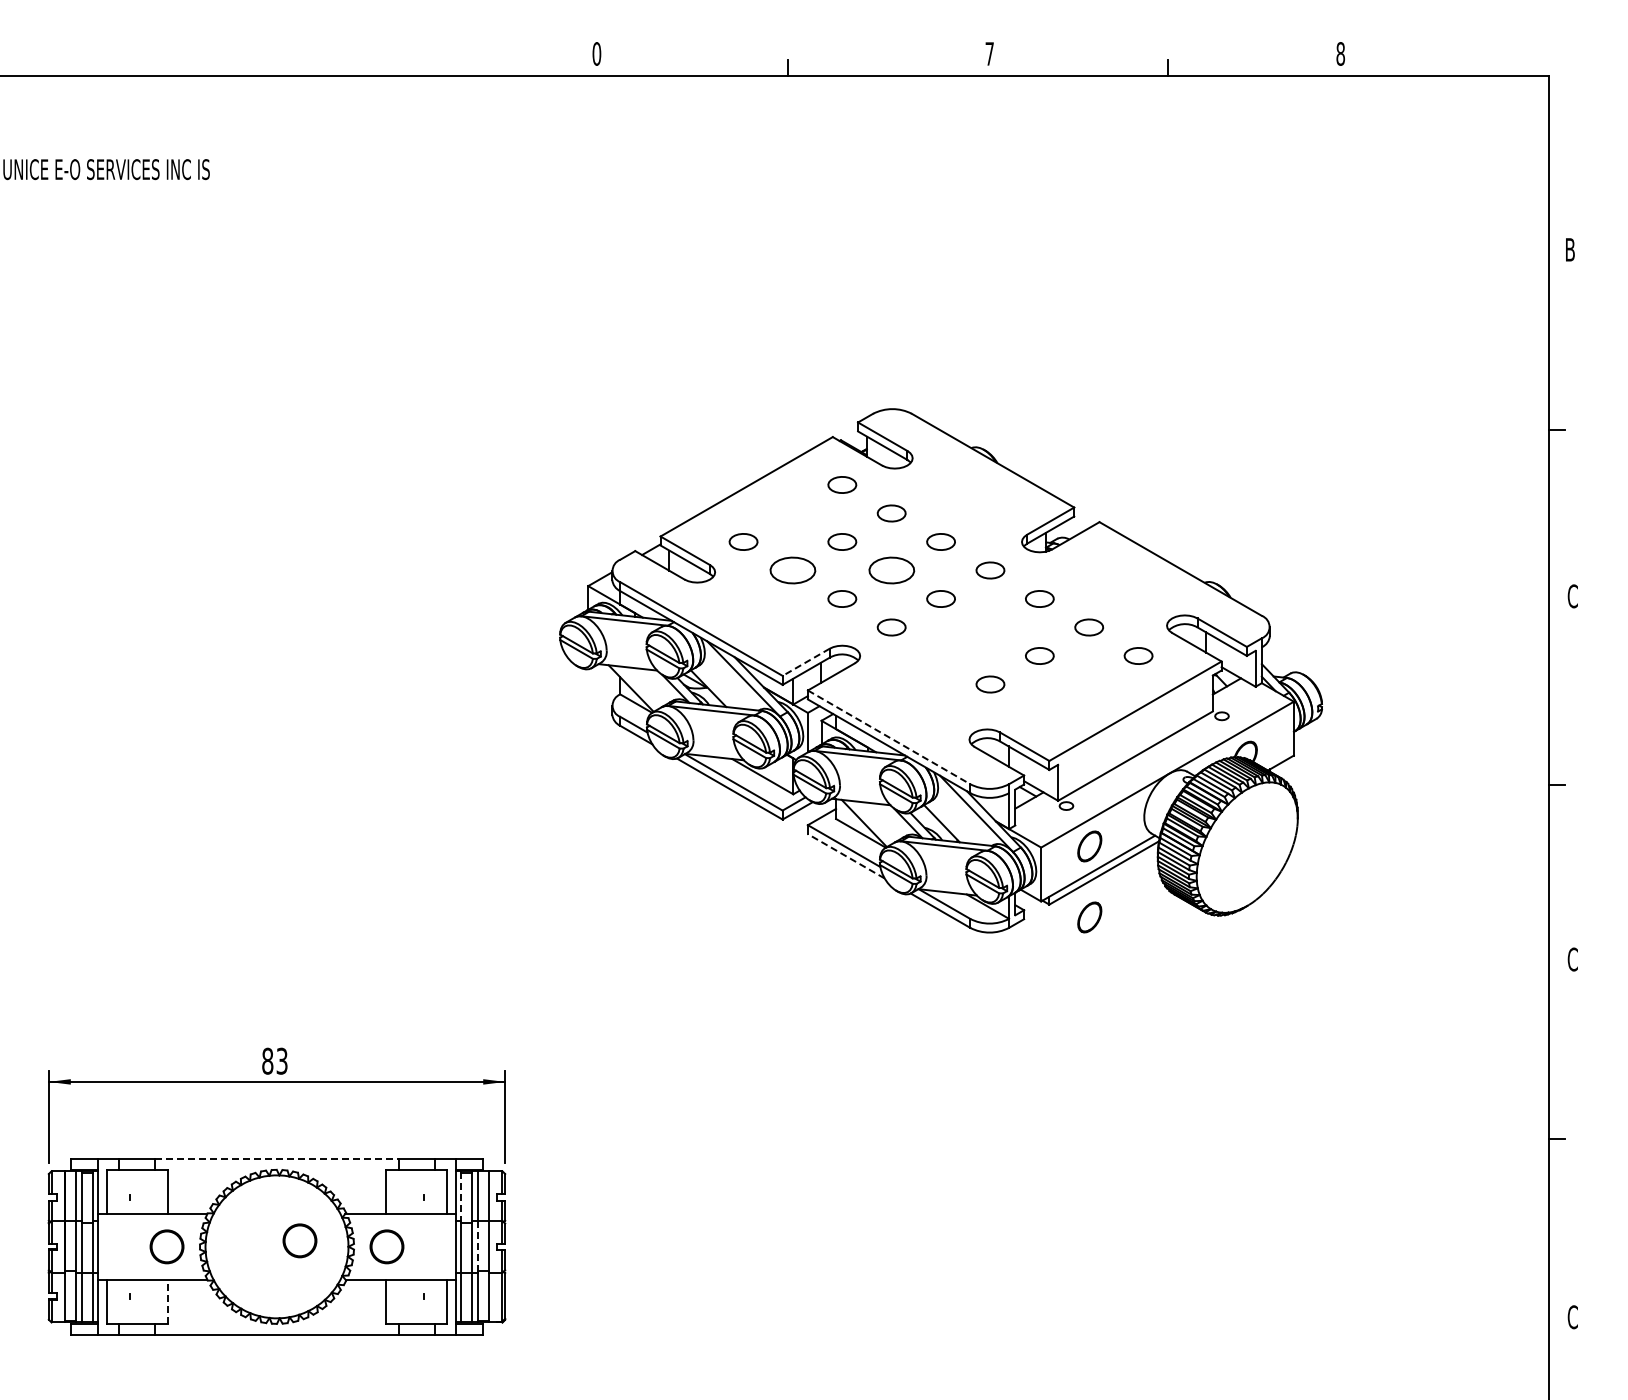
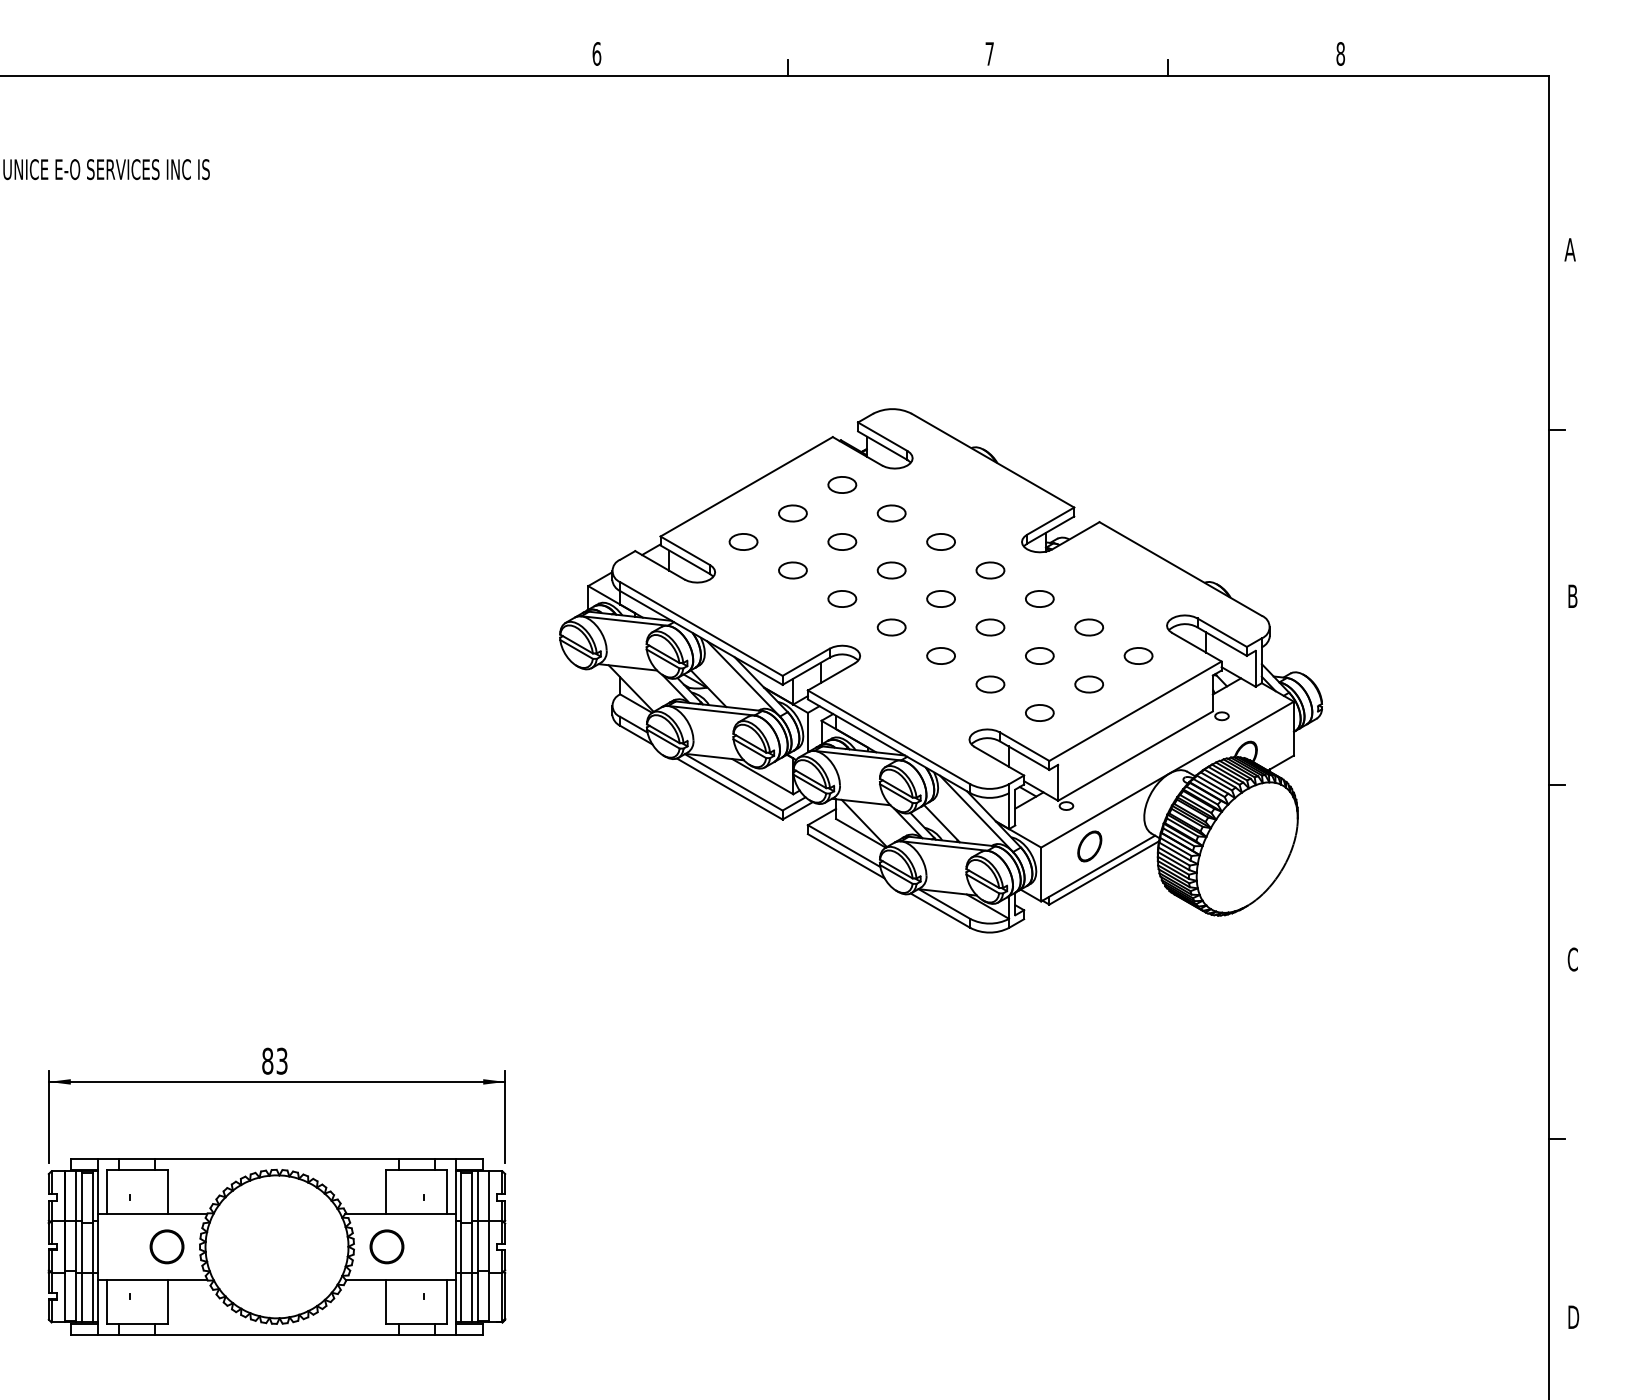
text at (596, 53): 0 -> 6
text at (1569, 249): B -> A
part at (792, 513): none -> present
part at (792, 570) size: 48x29 px -> 30x19 px
part at (891, 570) size: 48x29 px -> 31x19 px
text at (1572, 596): C -> B
part at (990, 627): none -> present
part at (940, 655): none -> present
line at (805, 662): dashed -> solid
part at (1088, 684): none -> present
part at (1039, 712): none -> present
line at (889, 737): dashed -> solid
line at (845, 856): dashed -> solid
part at (1089, 917): present -> none
line at (277, 1158): dashed -> solid
line at (461, 1197): dashed -> solid
part at (299, 1240): present -> none
line at (477, 1246): dashed -> solid
line at (167, 1301): dashed -> solid
text at (1573, 1317): C -> D
